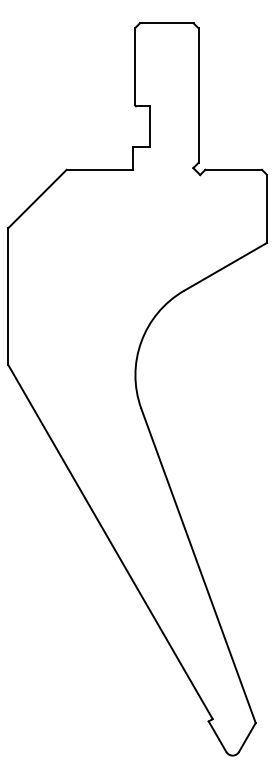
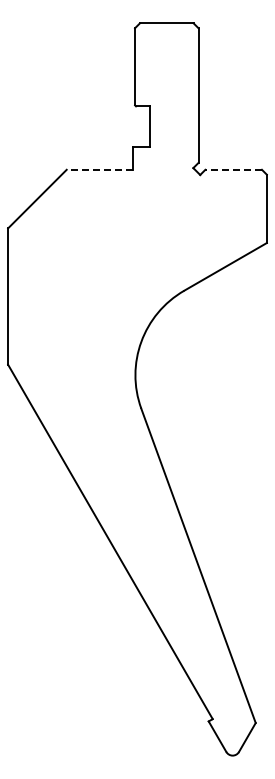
line at (99, 169): solid -> dashed
line at (233, 169): solid -> dashed
